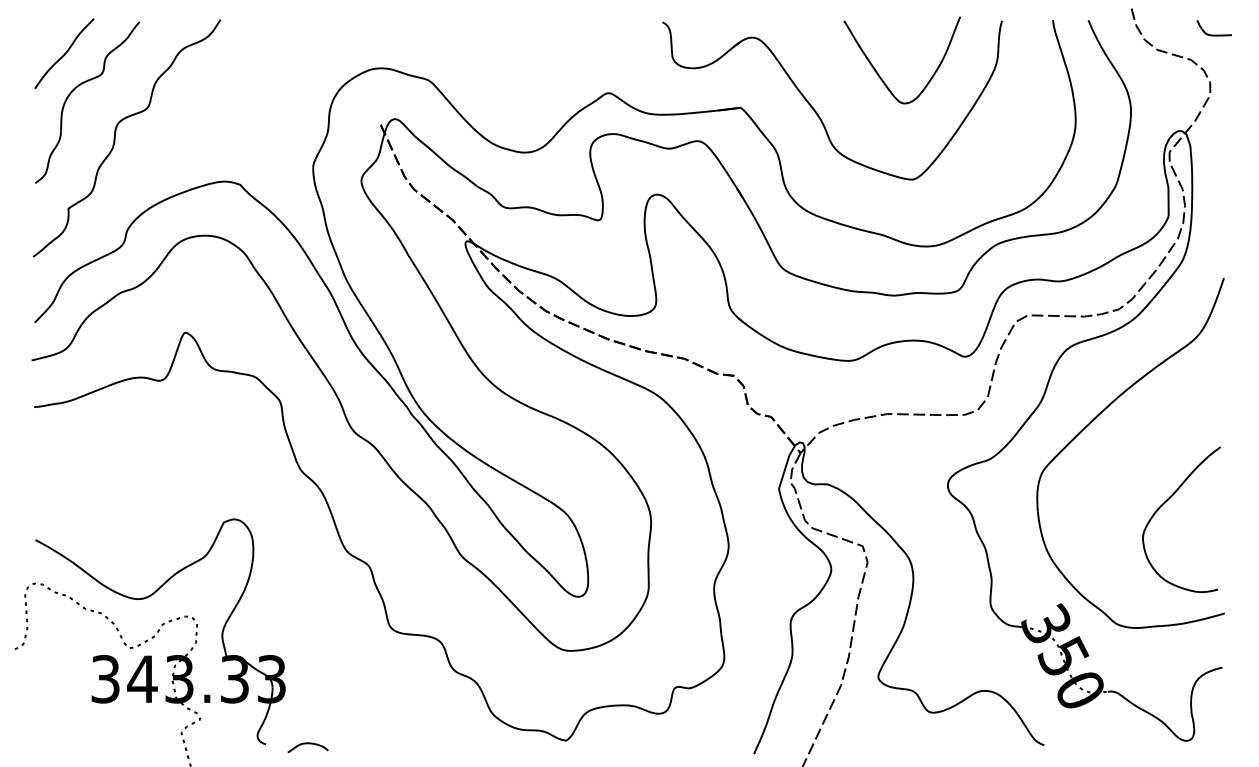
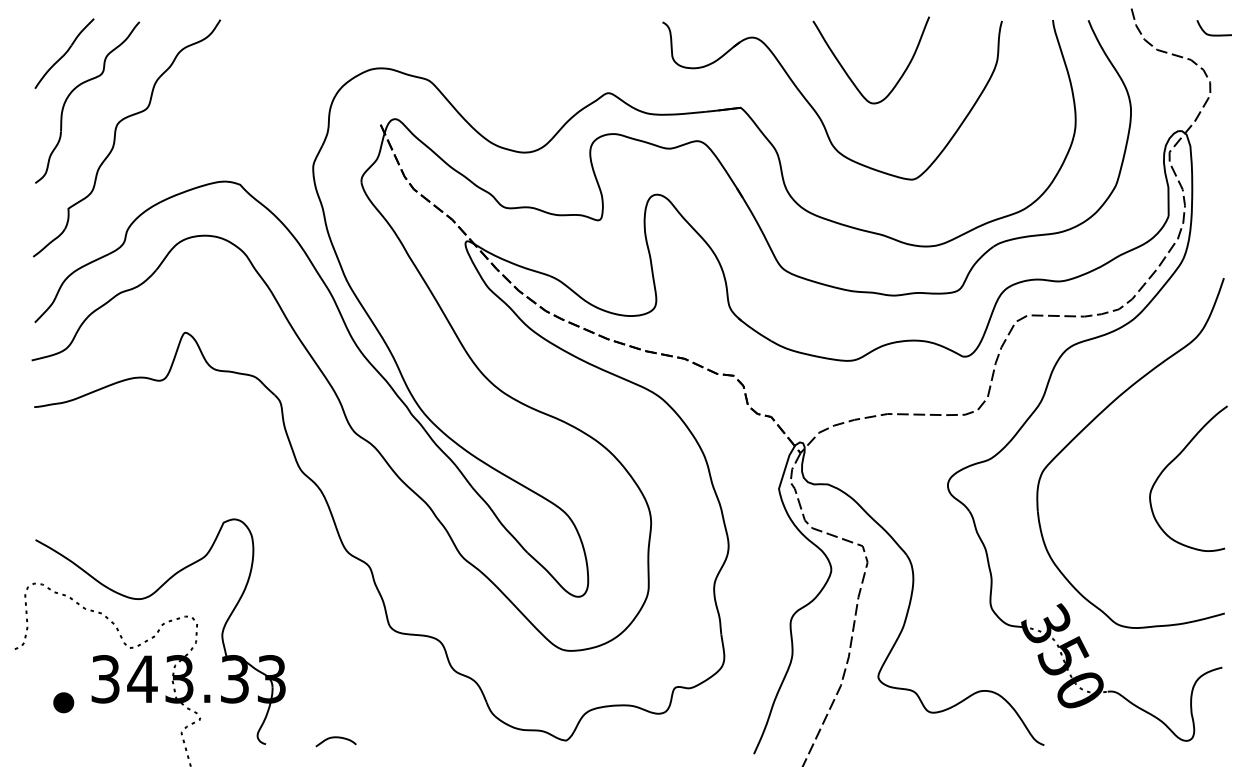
curve at (879, 74) position: (879, 74) -> (848, 74)
curve at (1165, 503) position: (1165, 503) -> (1172, 462)
part at (63, 702): none -> present
curve at (307, 744) position: (307, 744) -> (335, 738)
